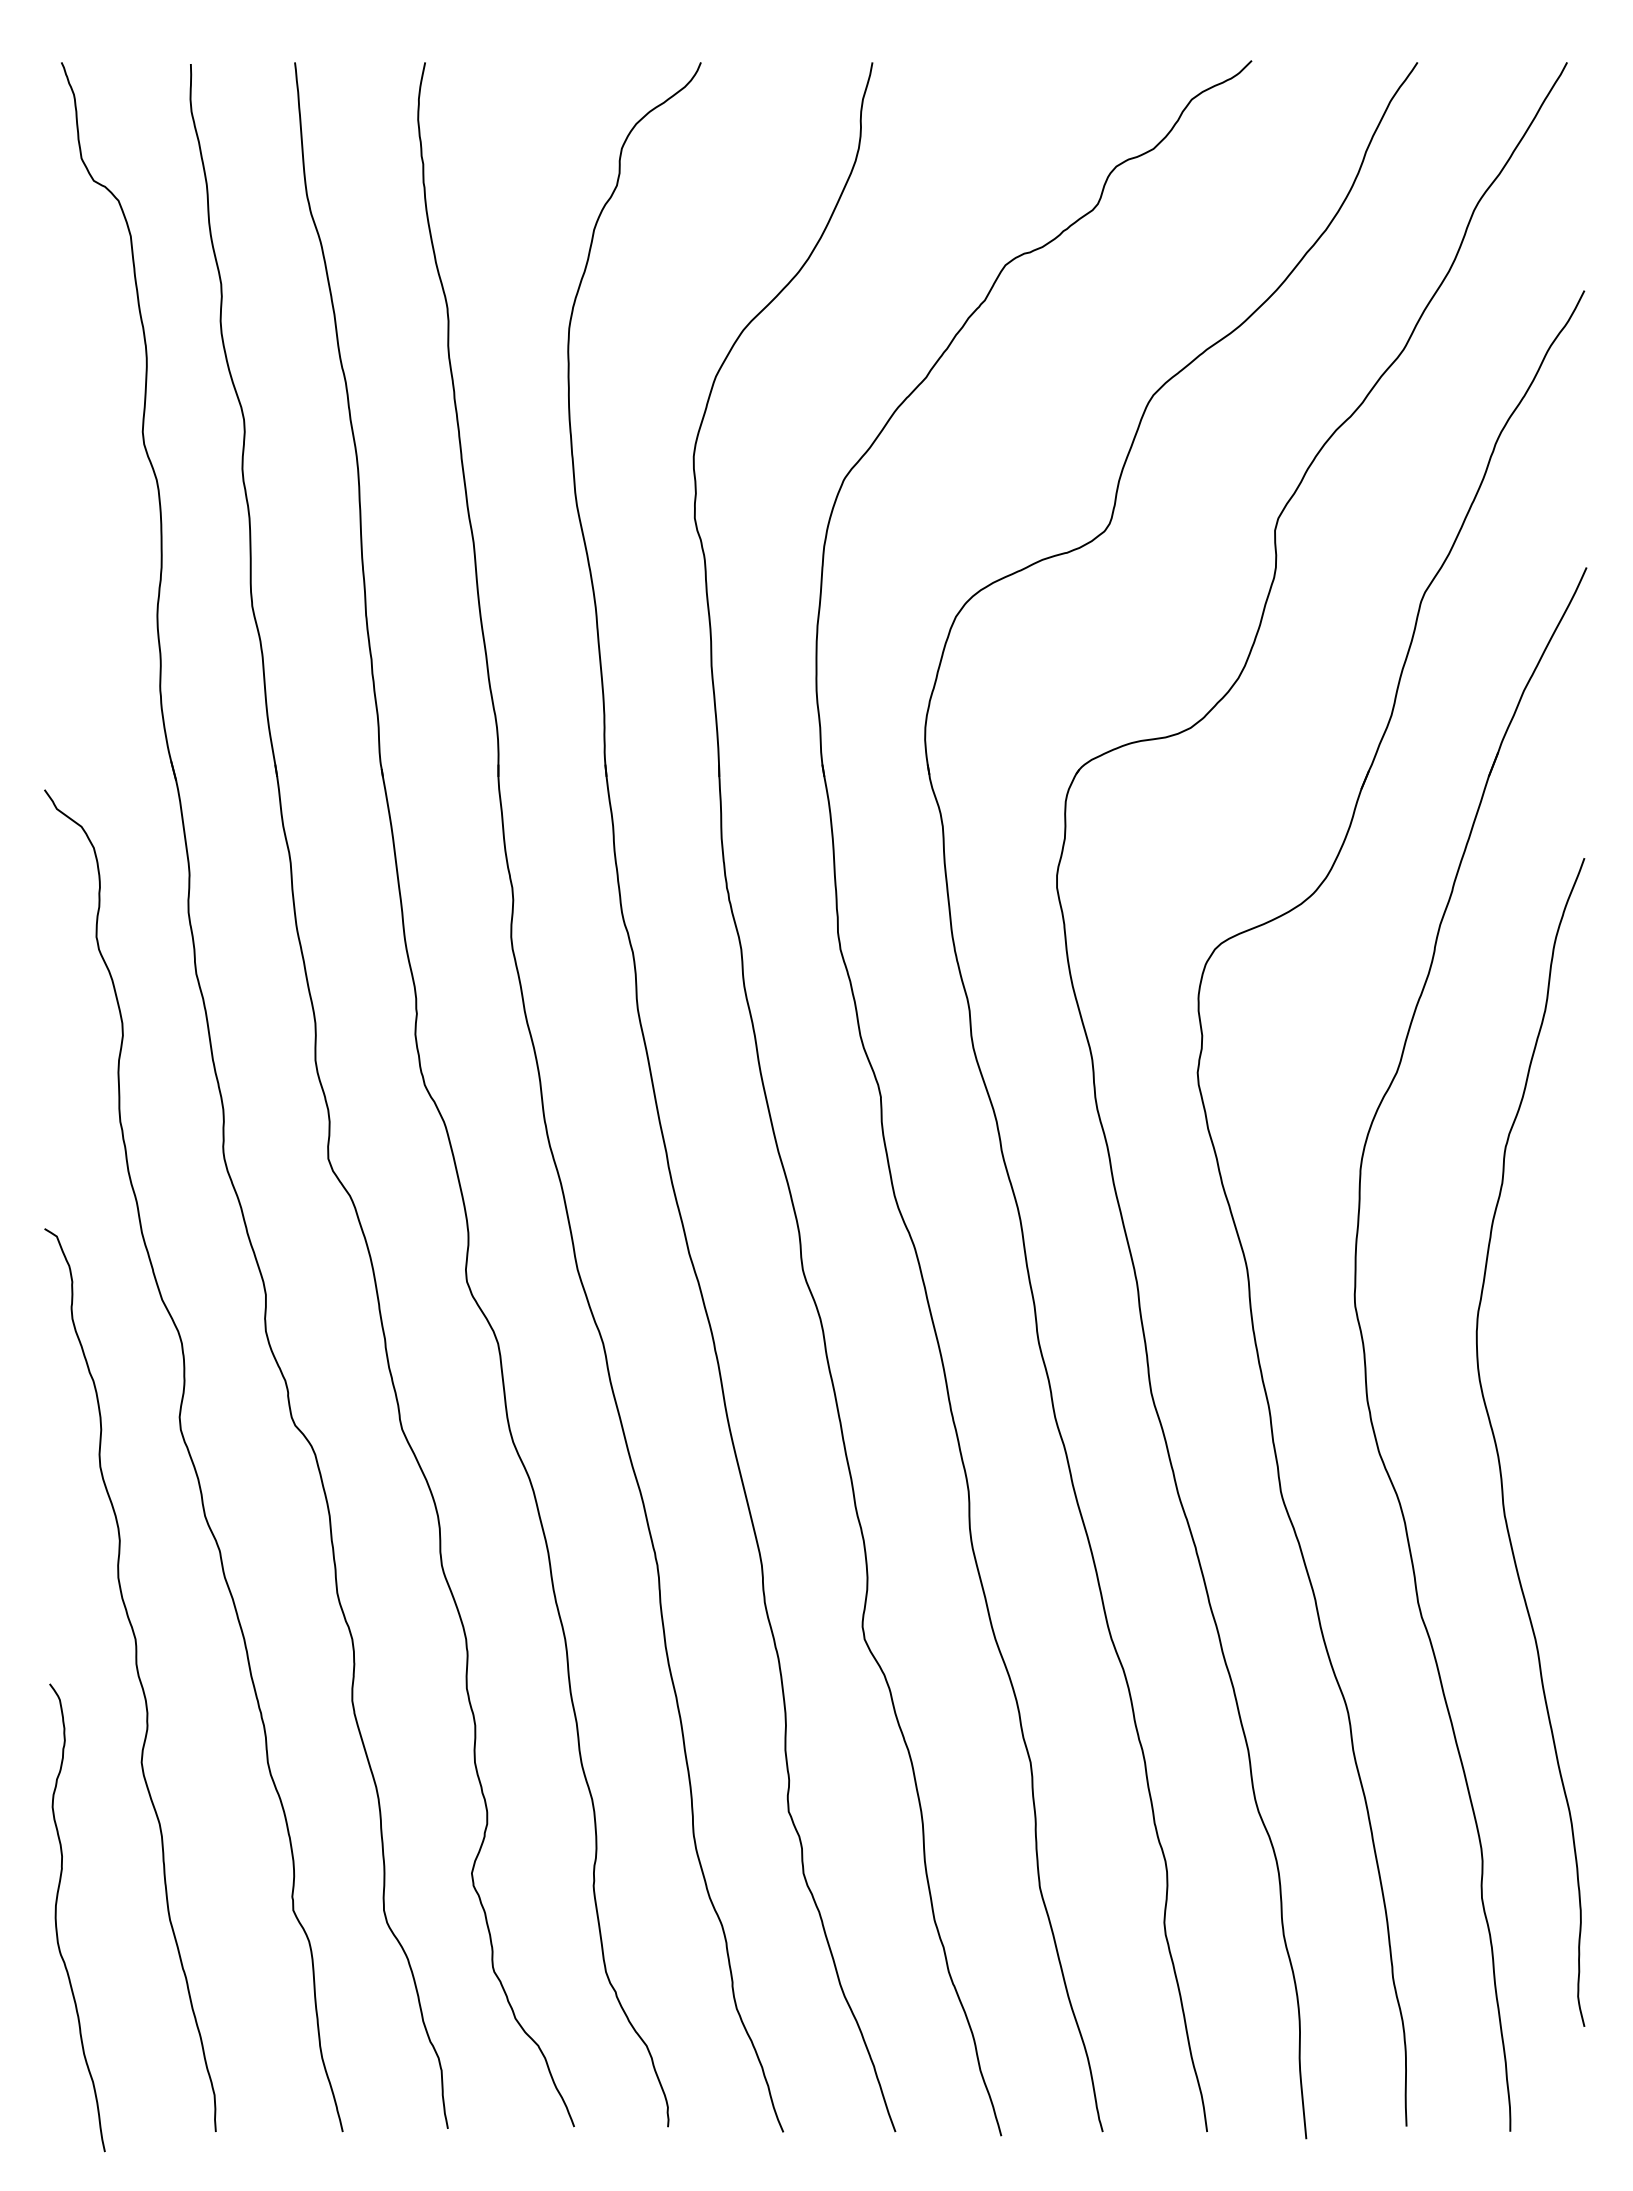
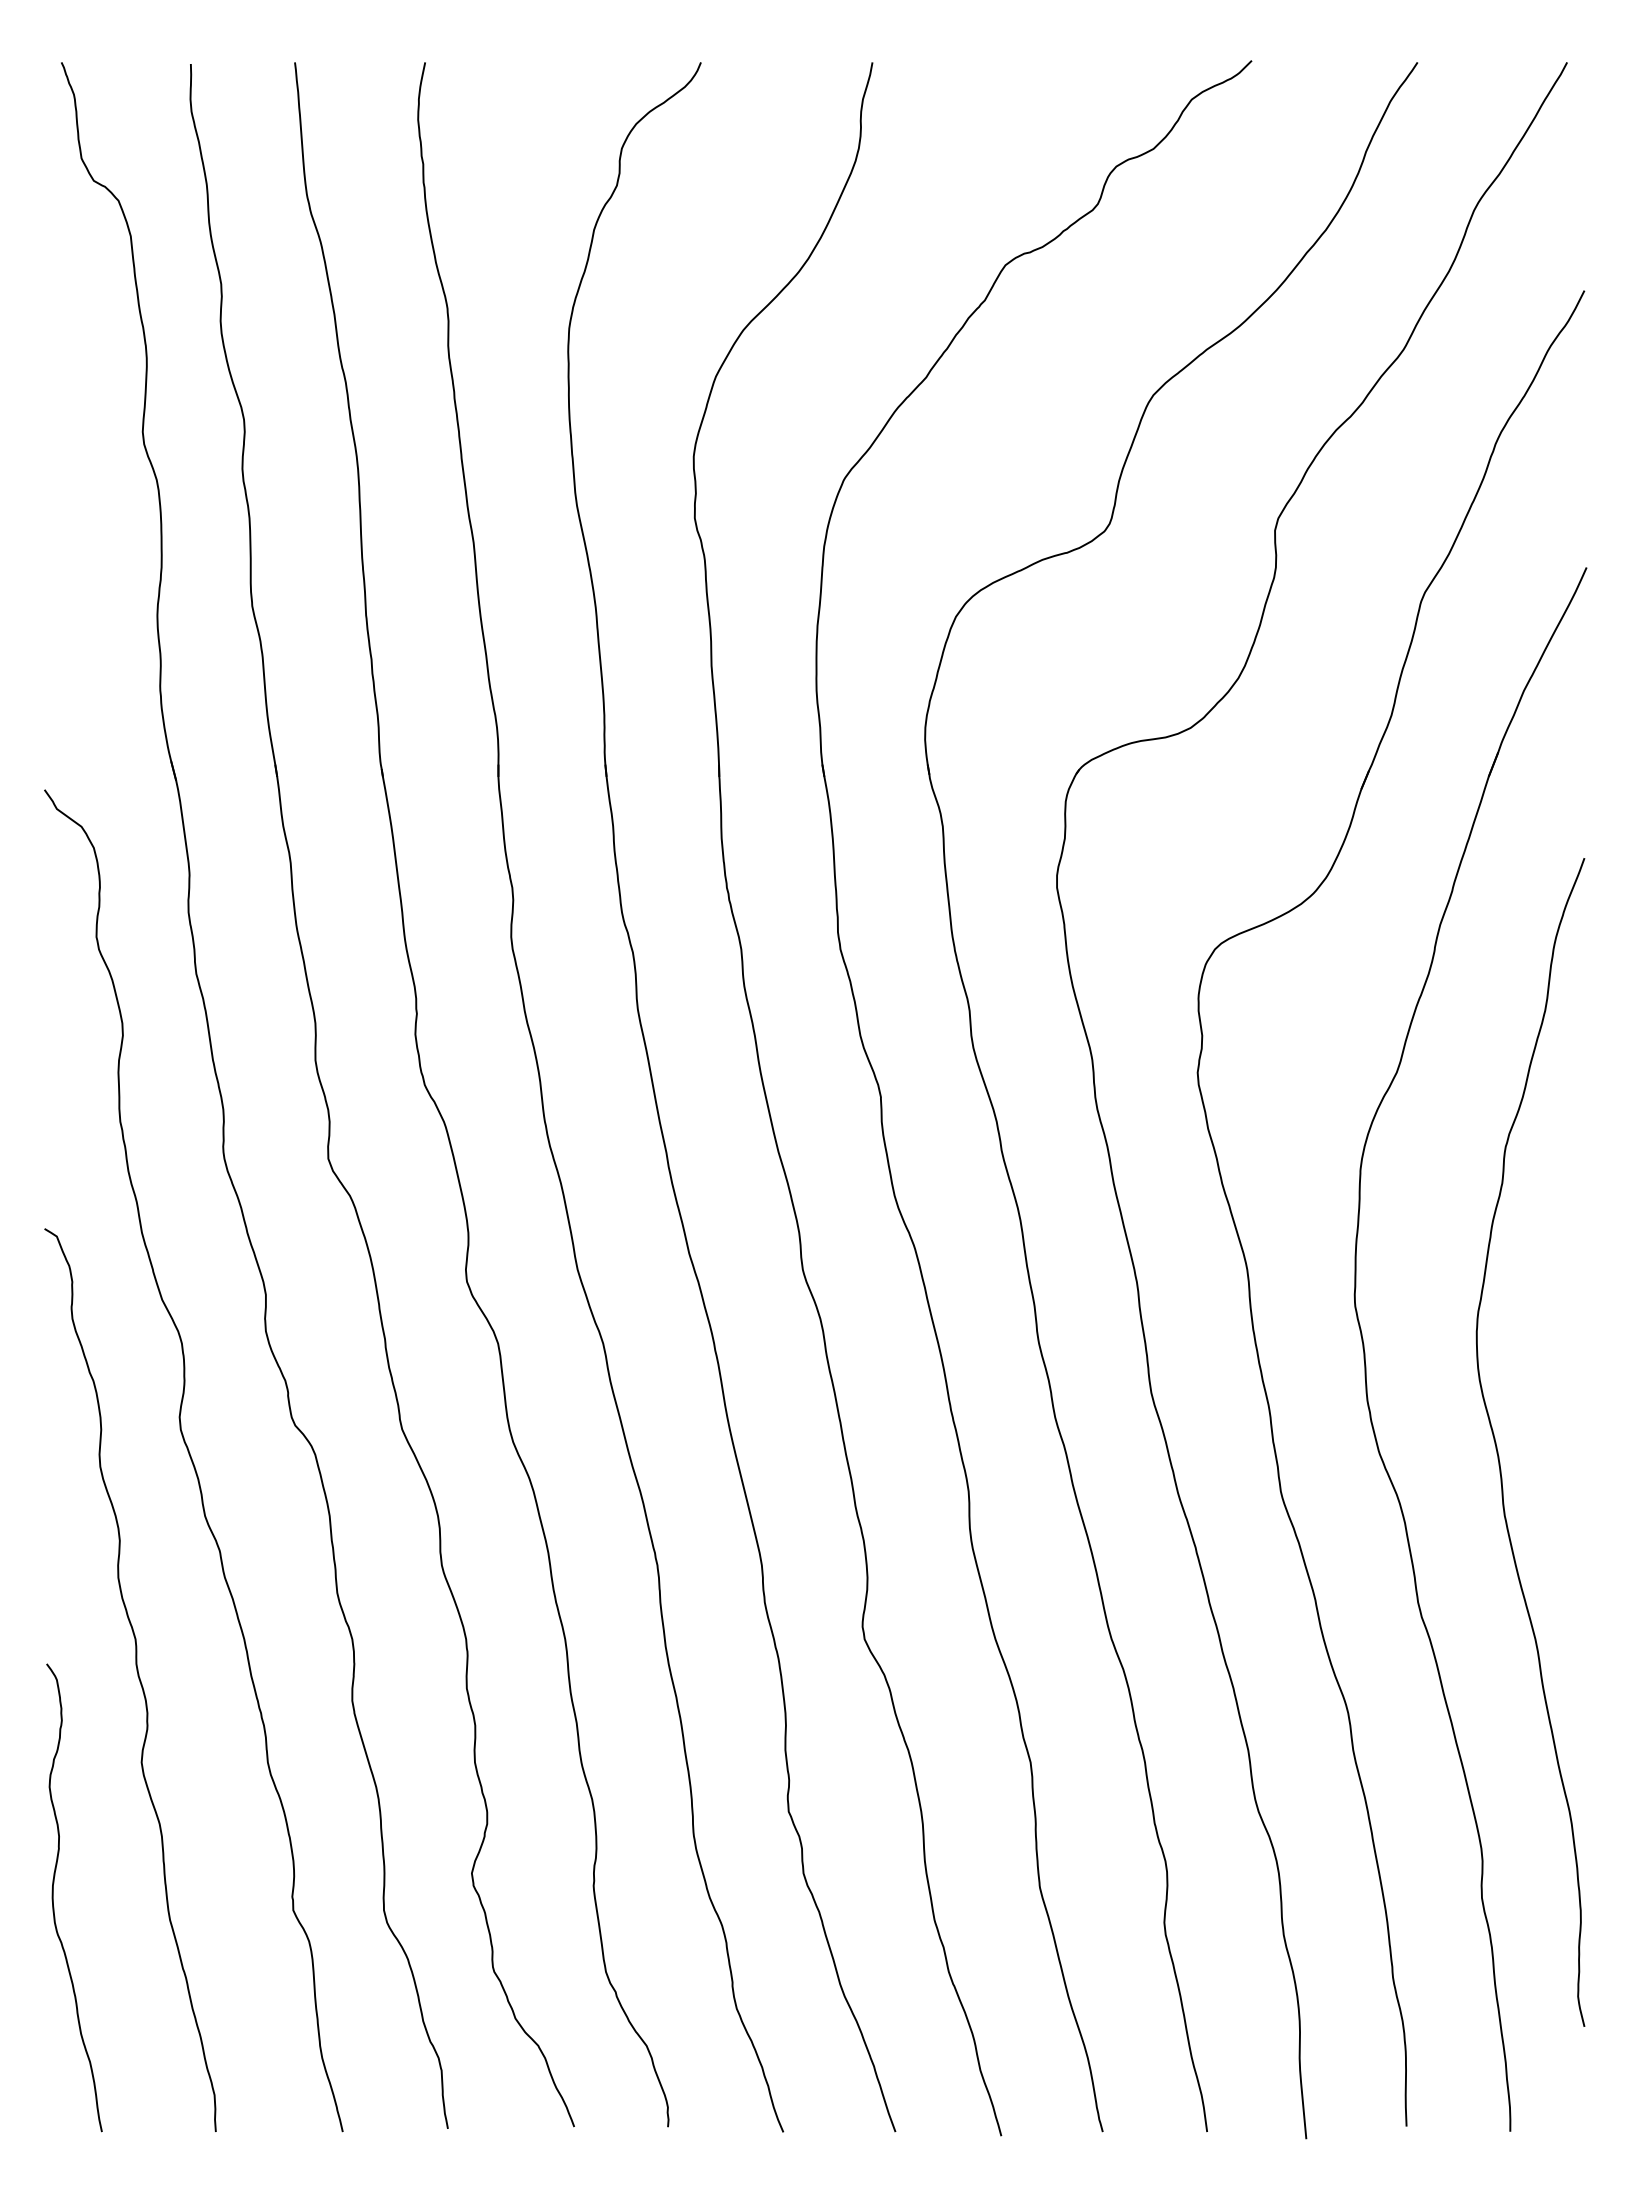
curve at (56, 1917) position: (56, 1917) -> (53, 1897)
